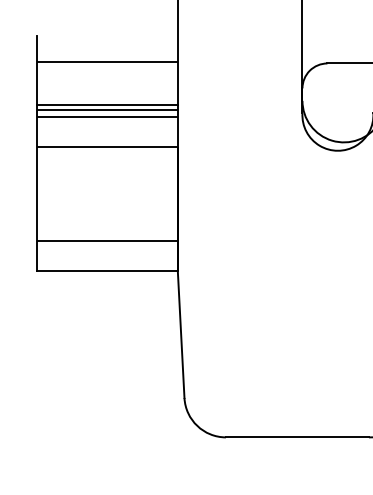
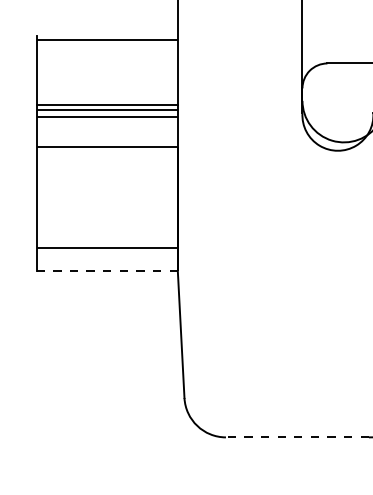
line at (106, 62) position: (106, 62) -> (106, 40)
line at (106, 241) position: (106, 241) -> (106, 248)
line at (107, 271): solid -> dashed
line at (296, 437): solid -> dashed
